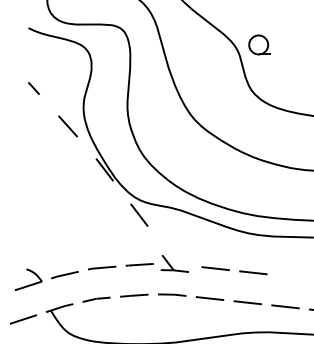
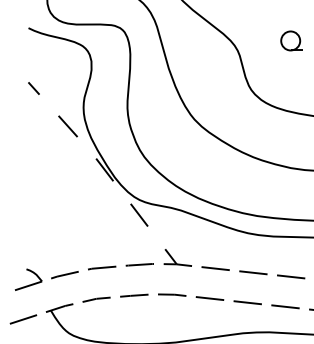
part at (259, 44) position: (259, 44) -> (291, 40)
part at (174, 263) position: (174, 263) -> (177, 257)
line at (291, 276): none -> present
